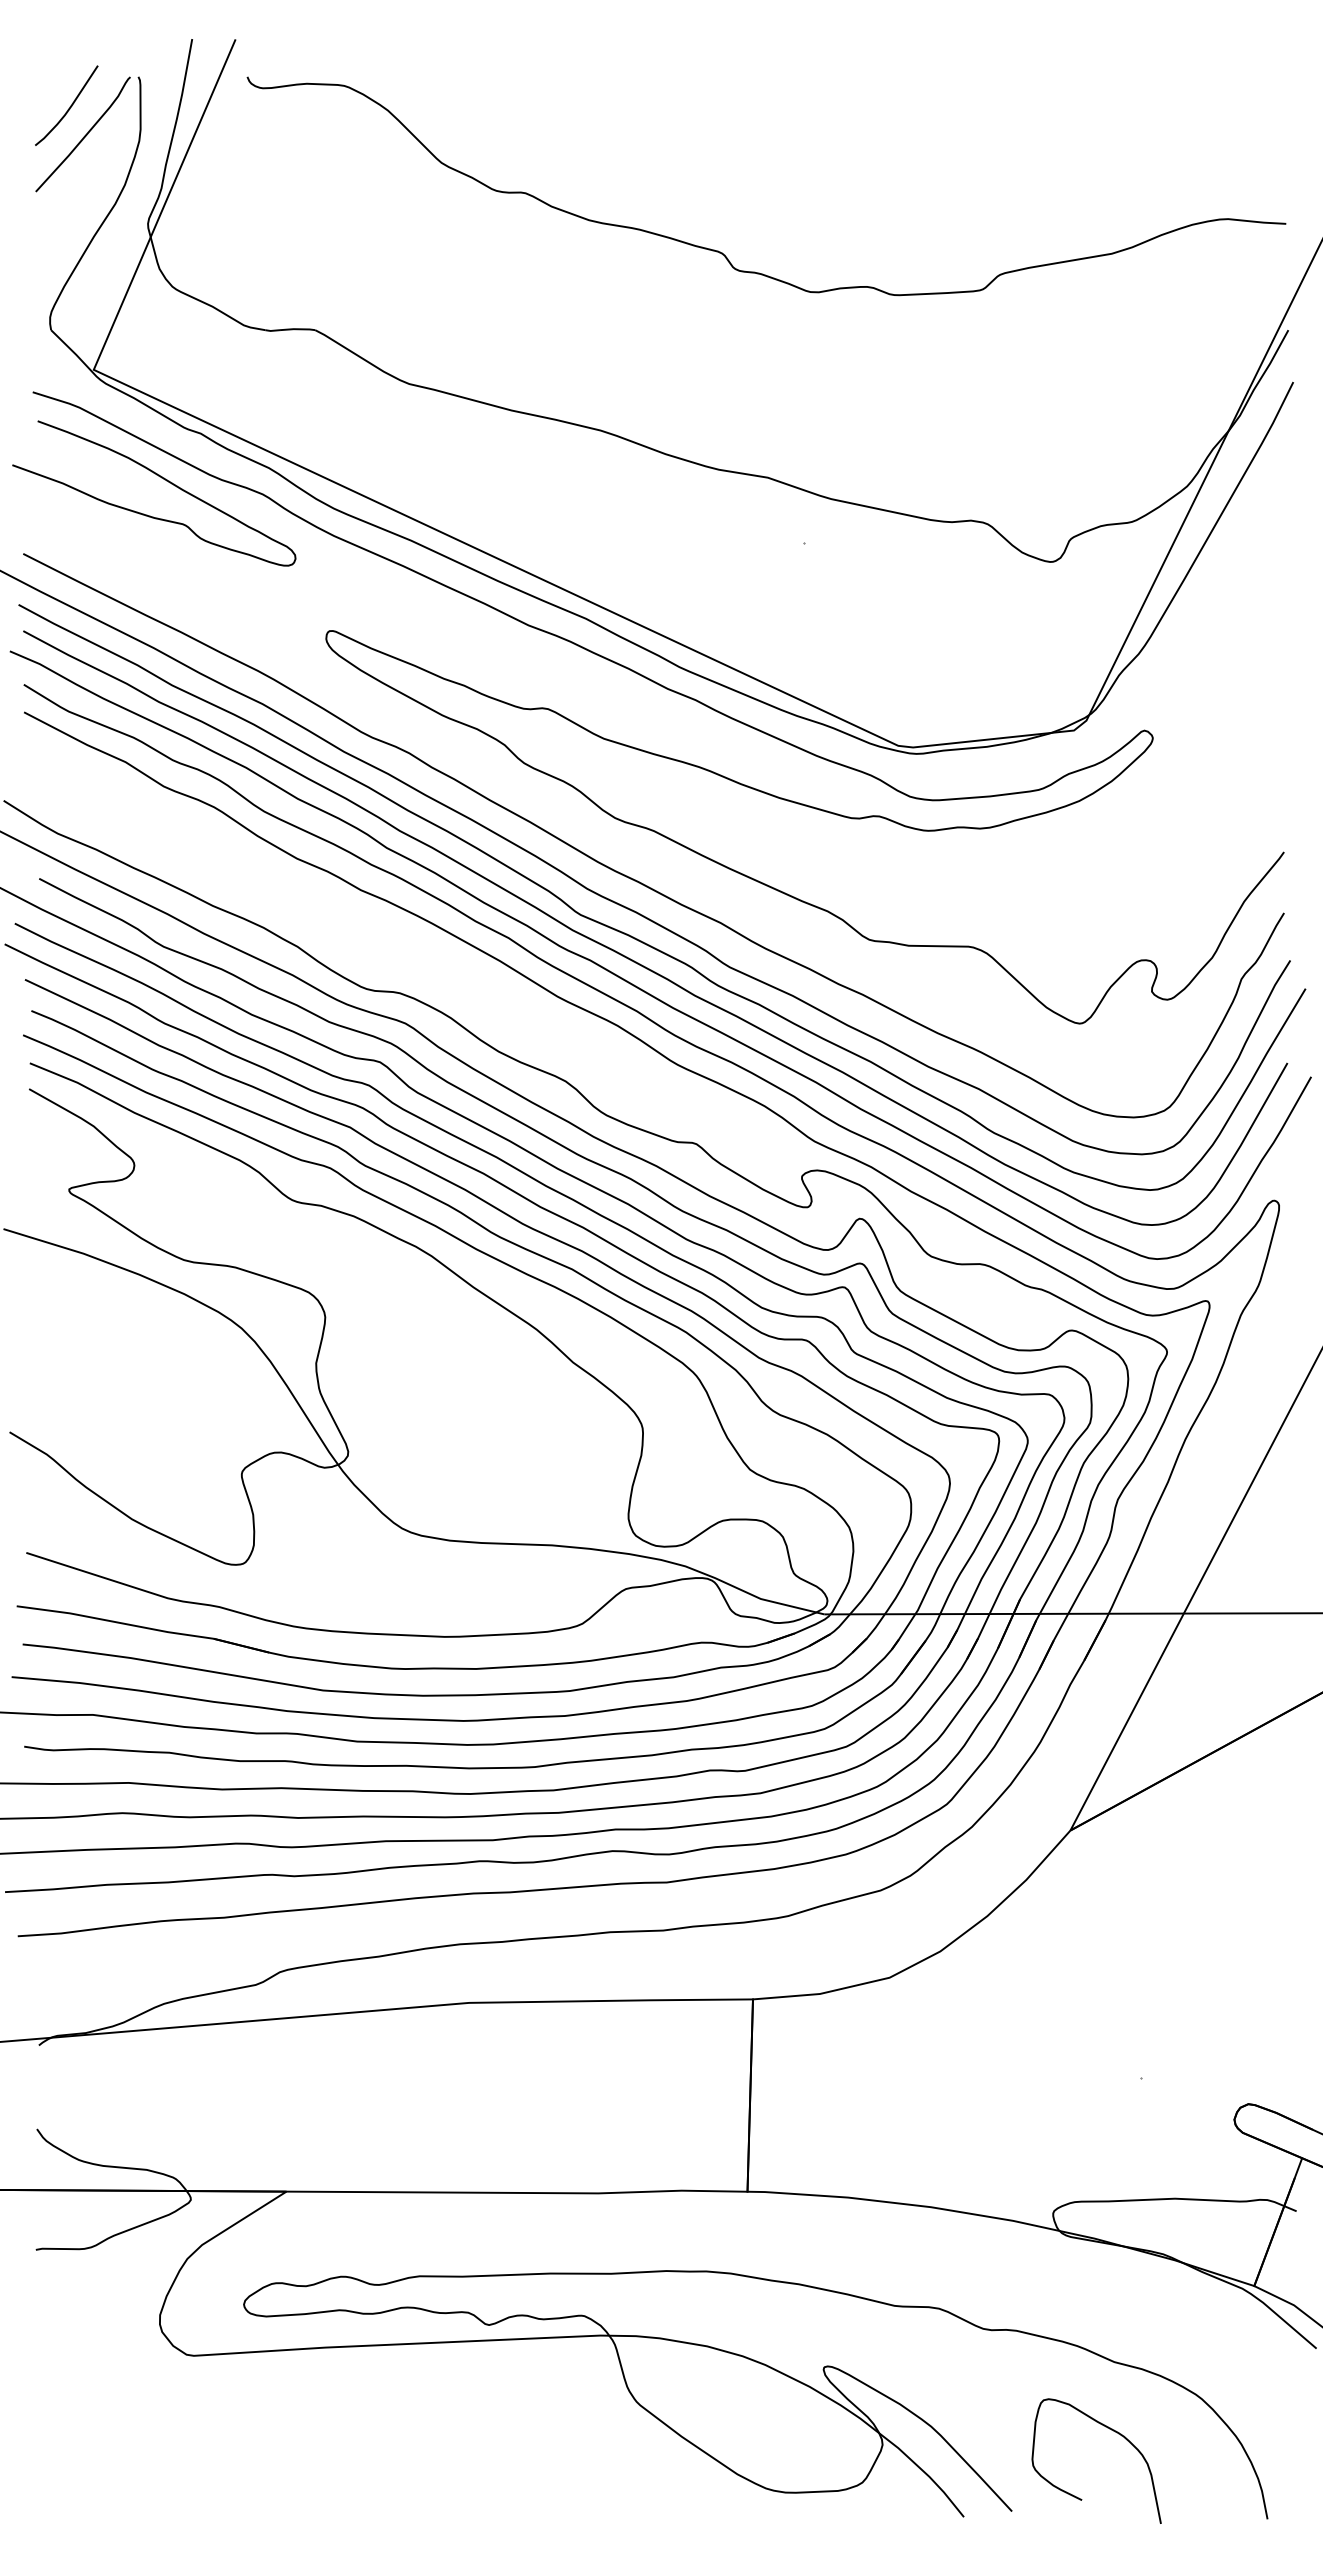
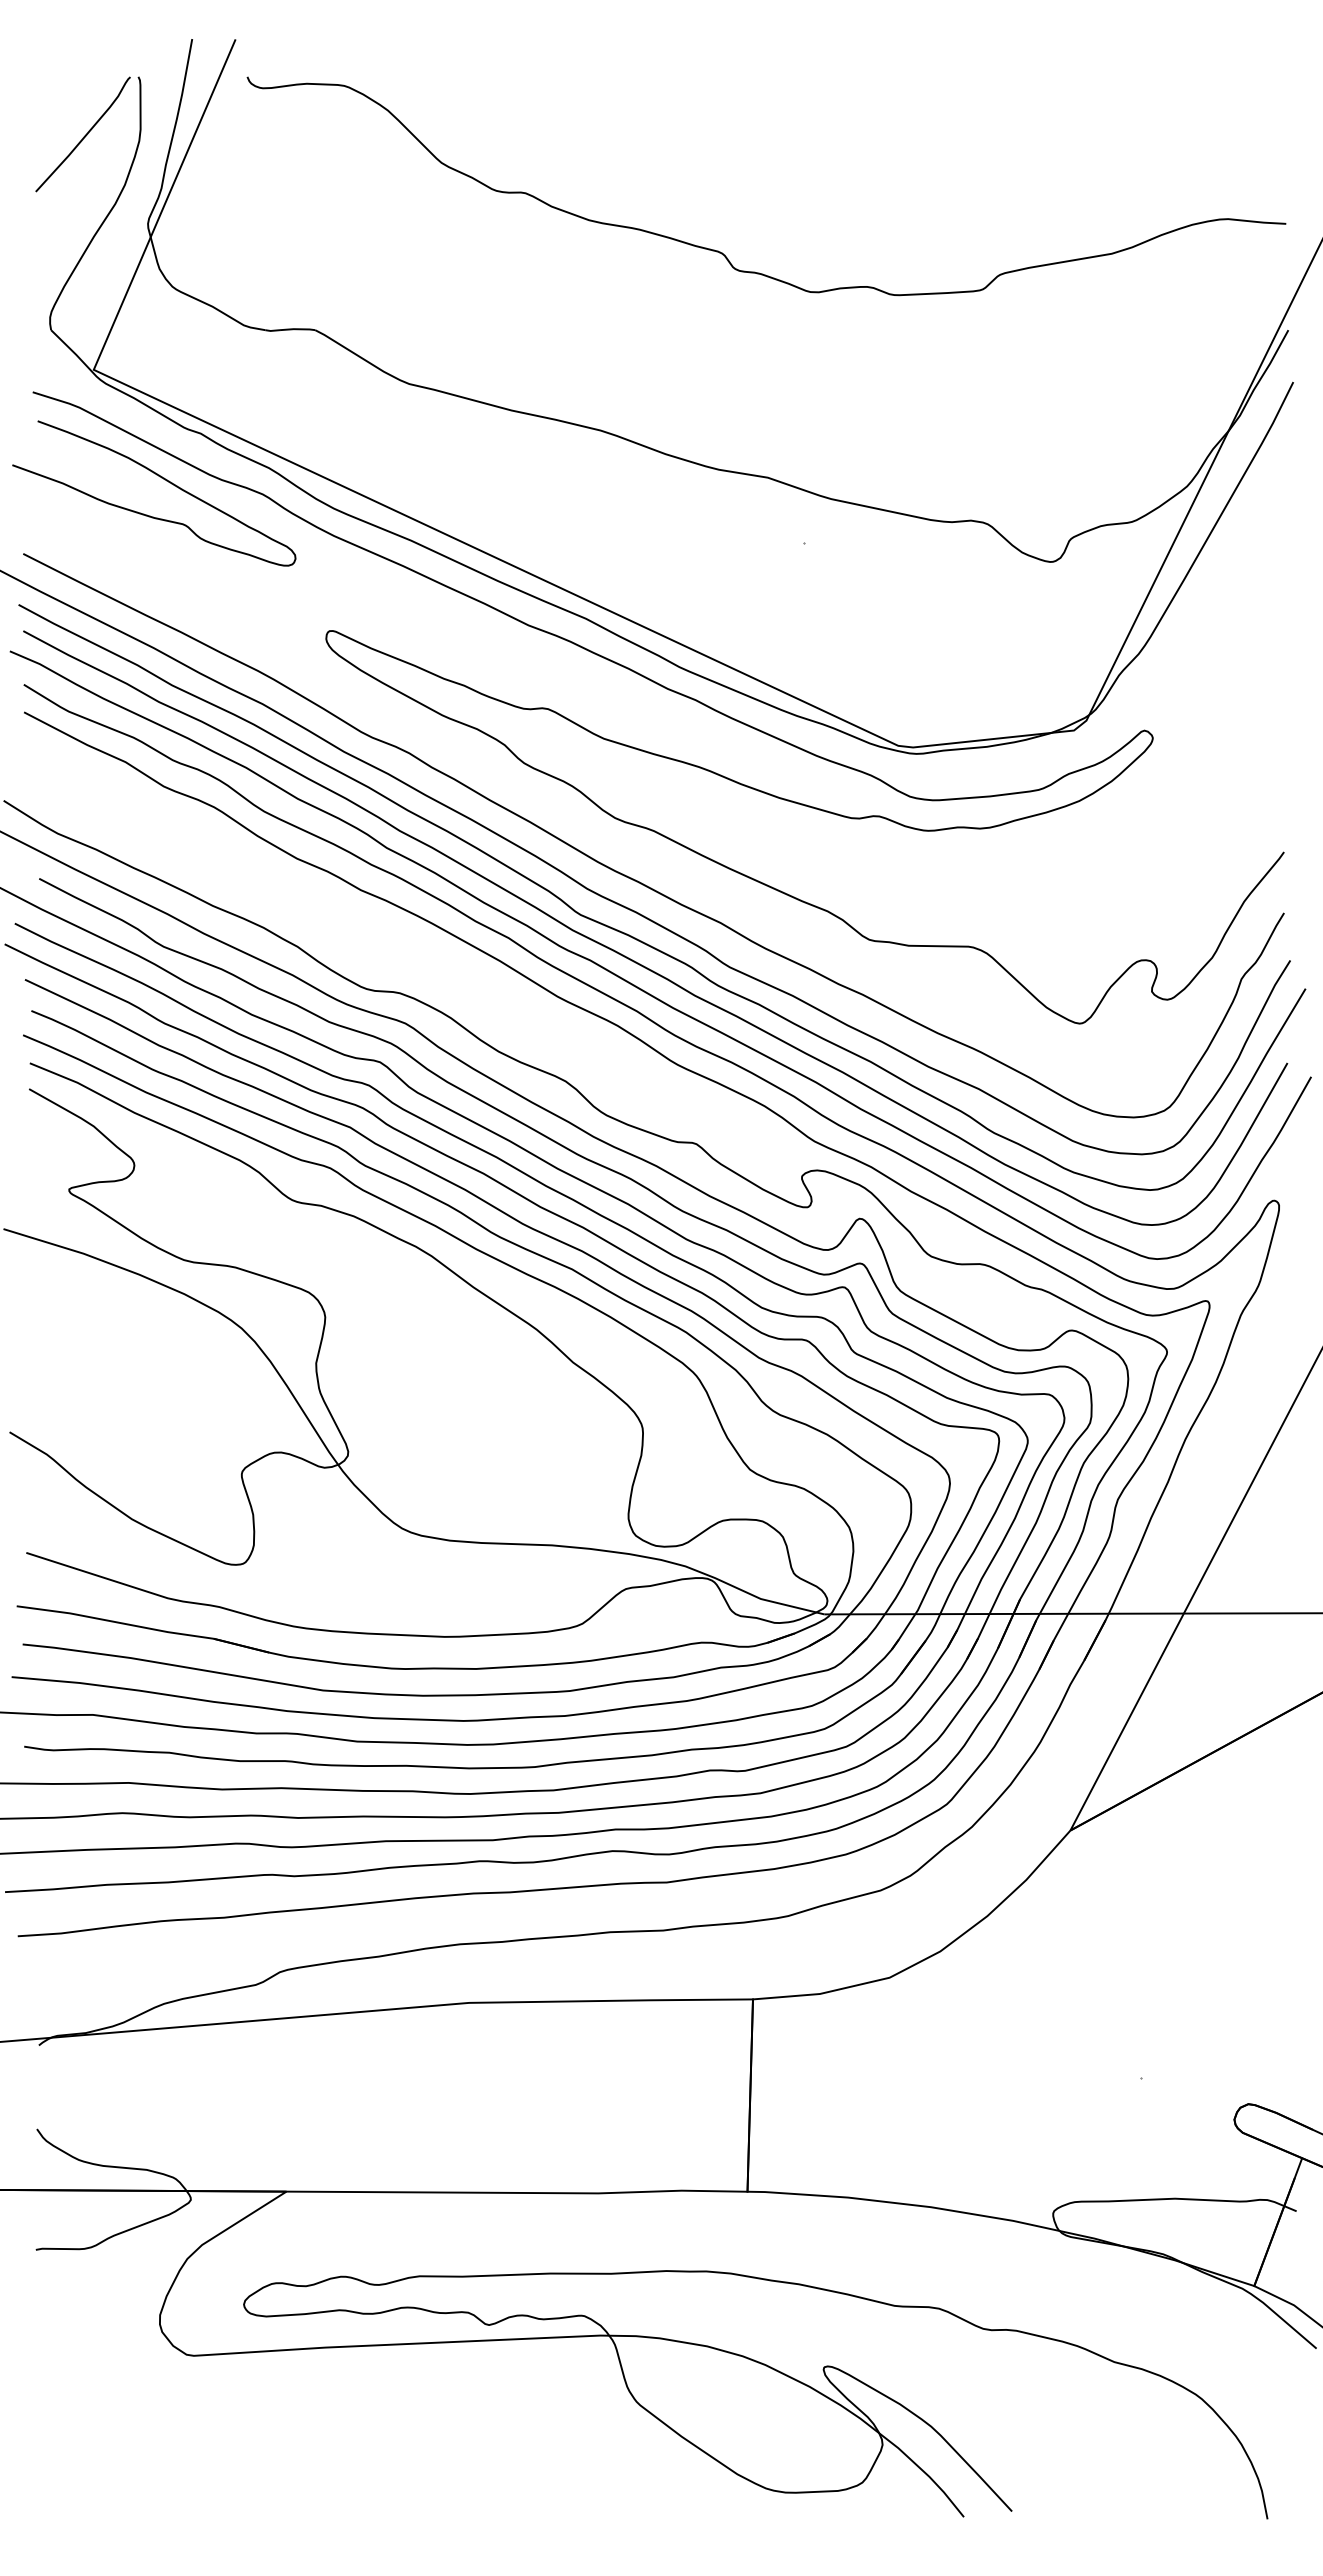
curve at (69, 106): present -> none
curve at (1111, 2430): present -> none
